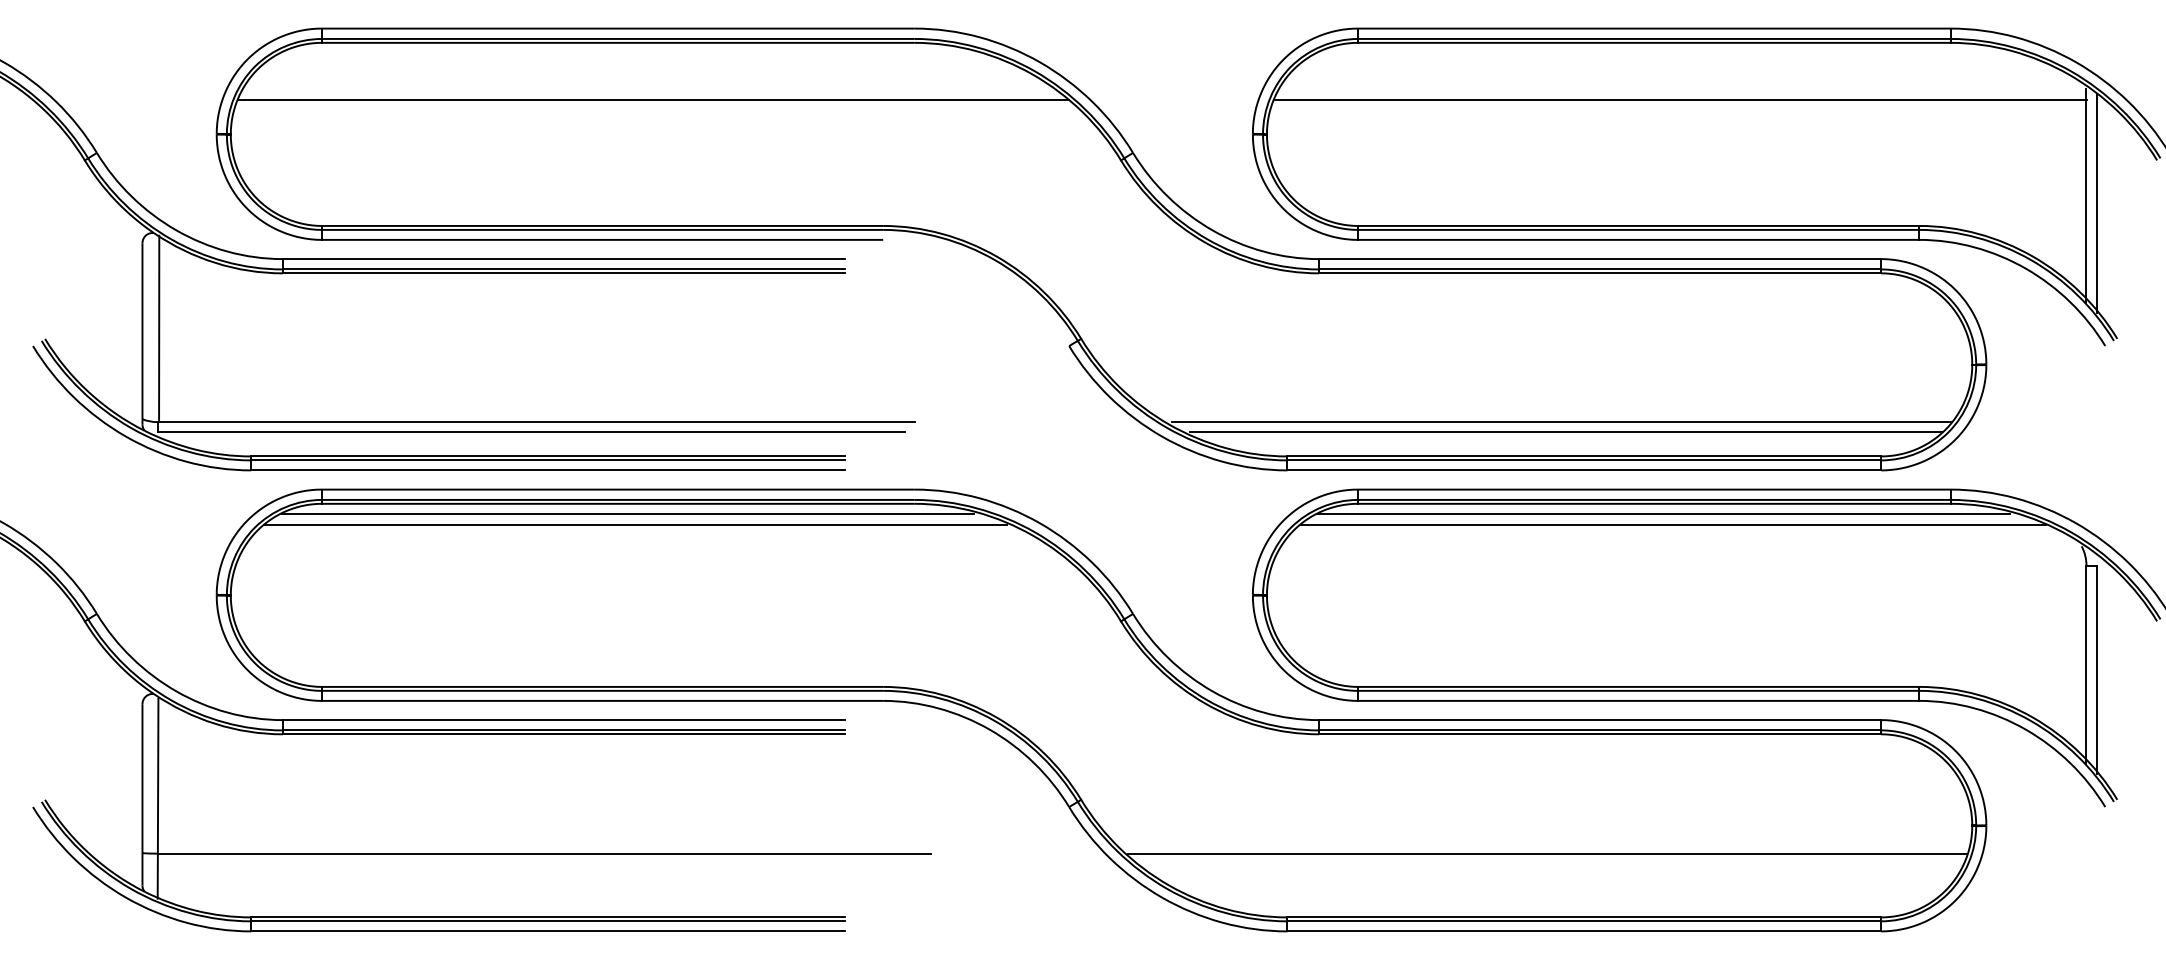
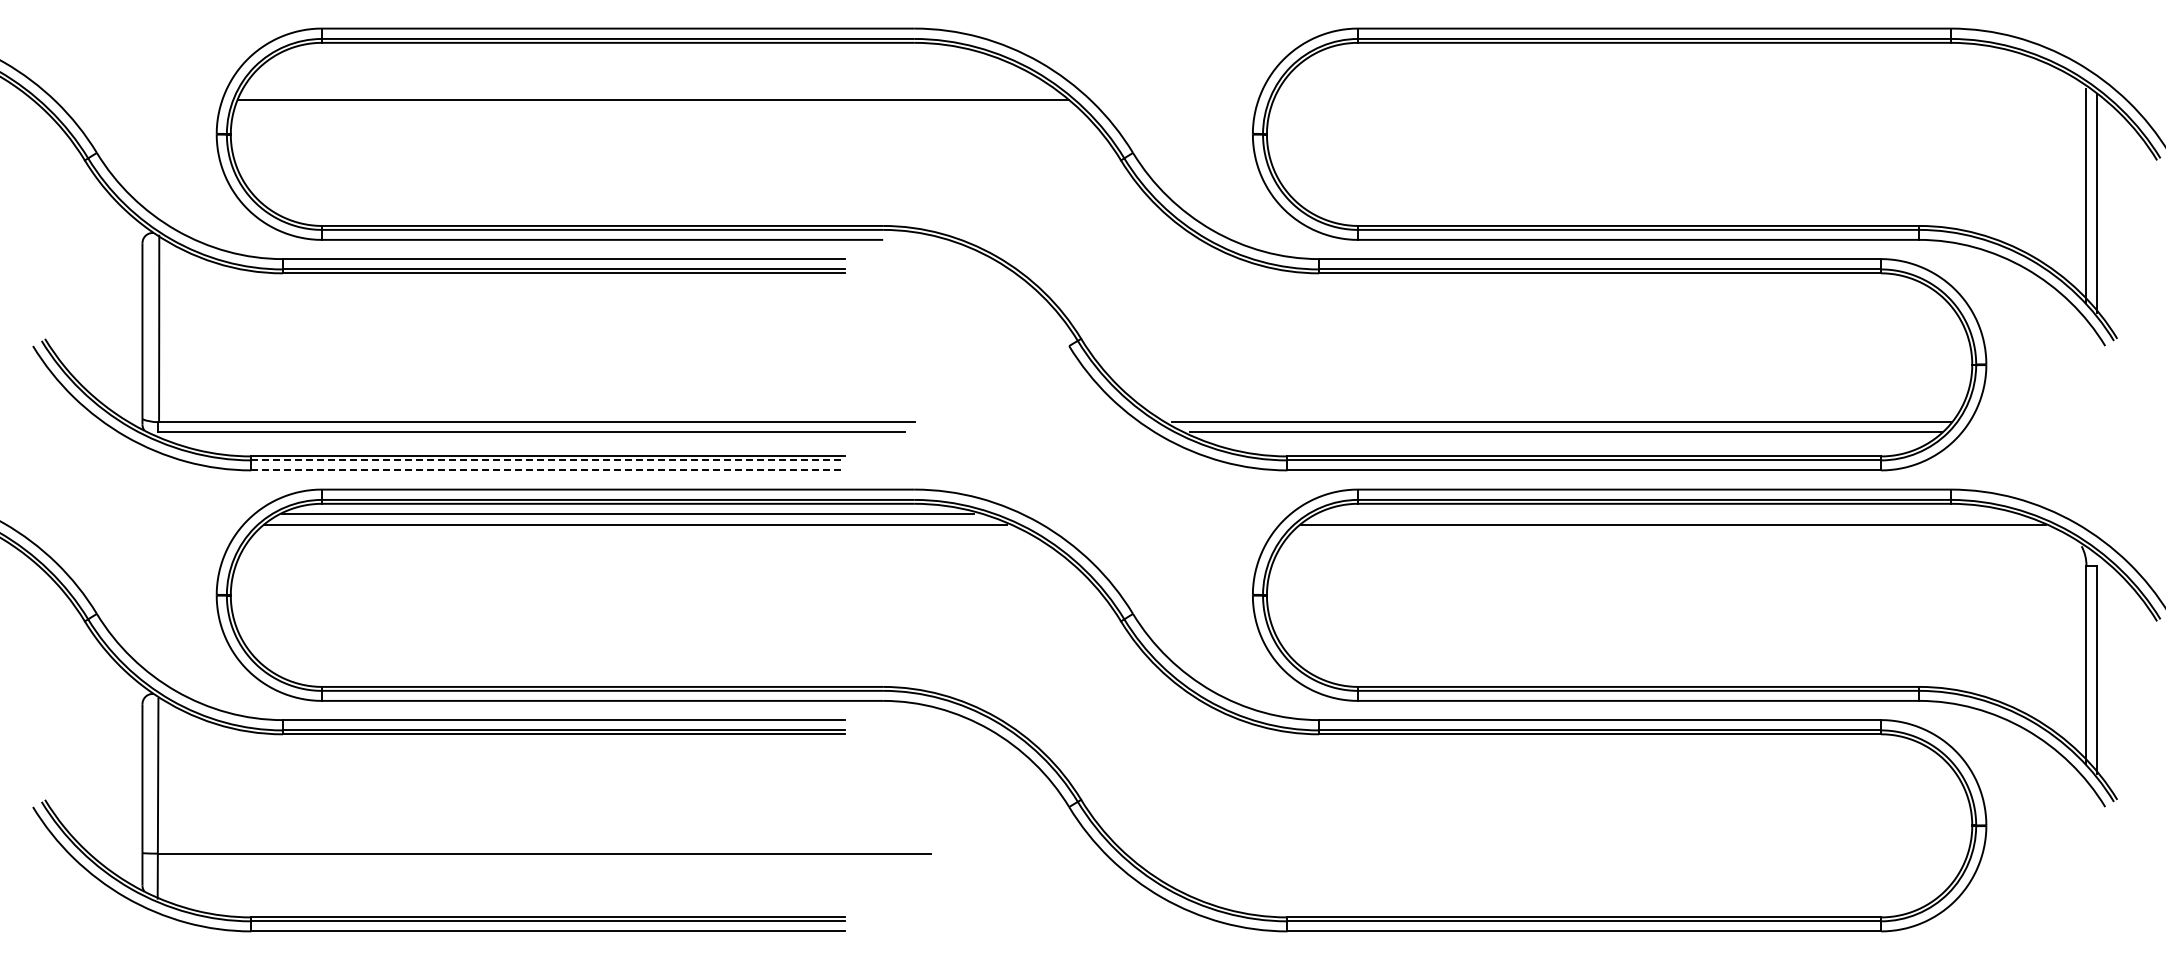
line at (1680, 100): present -> none
line at (548, 460): solid -> dashed
line at (548, 470): solid -> dashed
line at (1663, 514): present -> none
line at (1546, 853): present -> none
